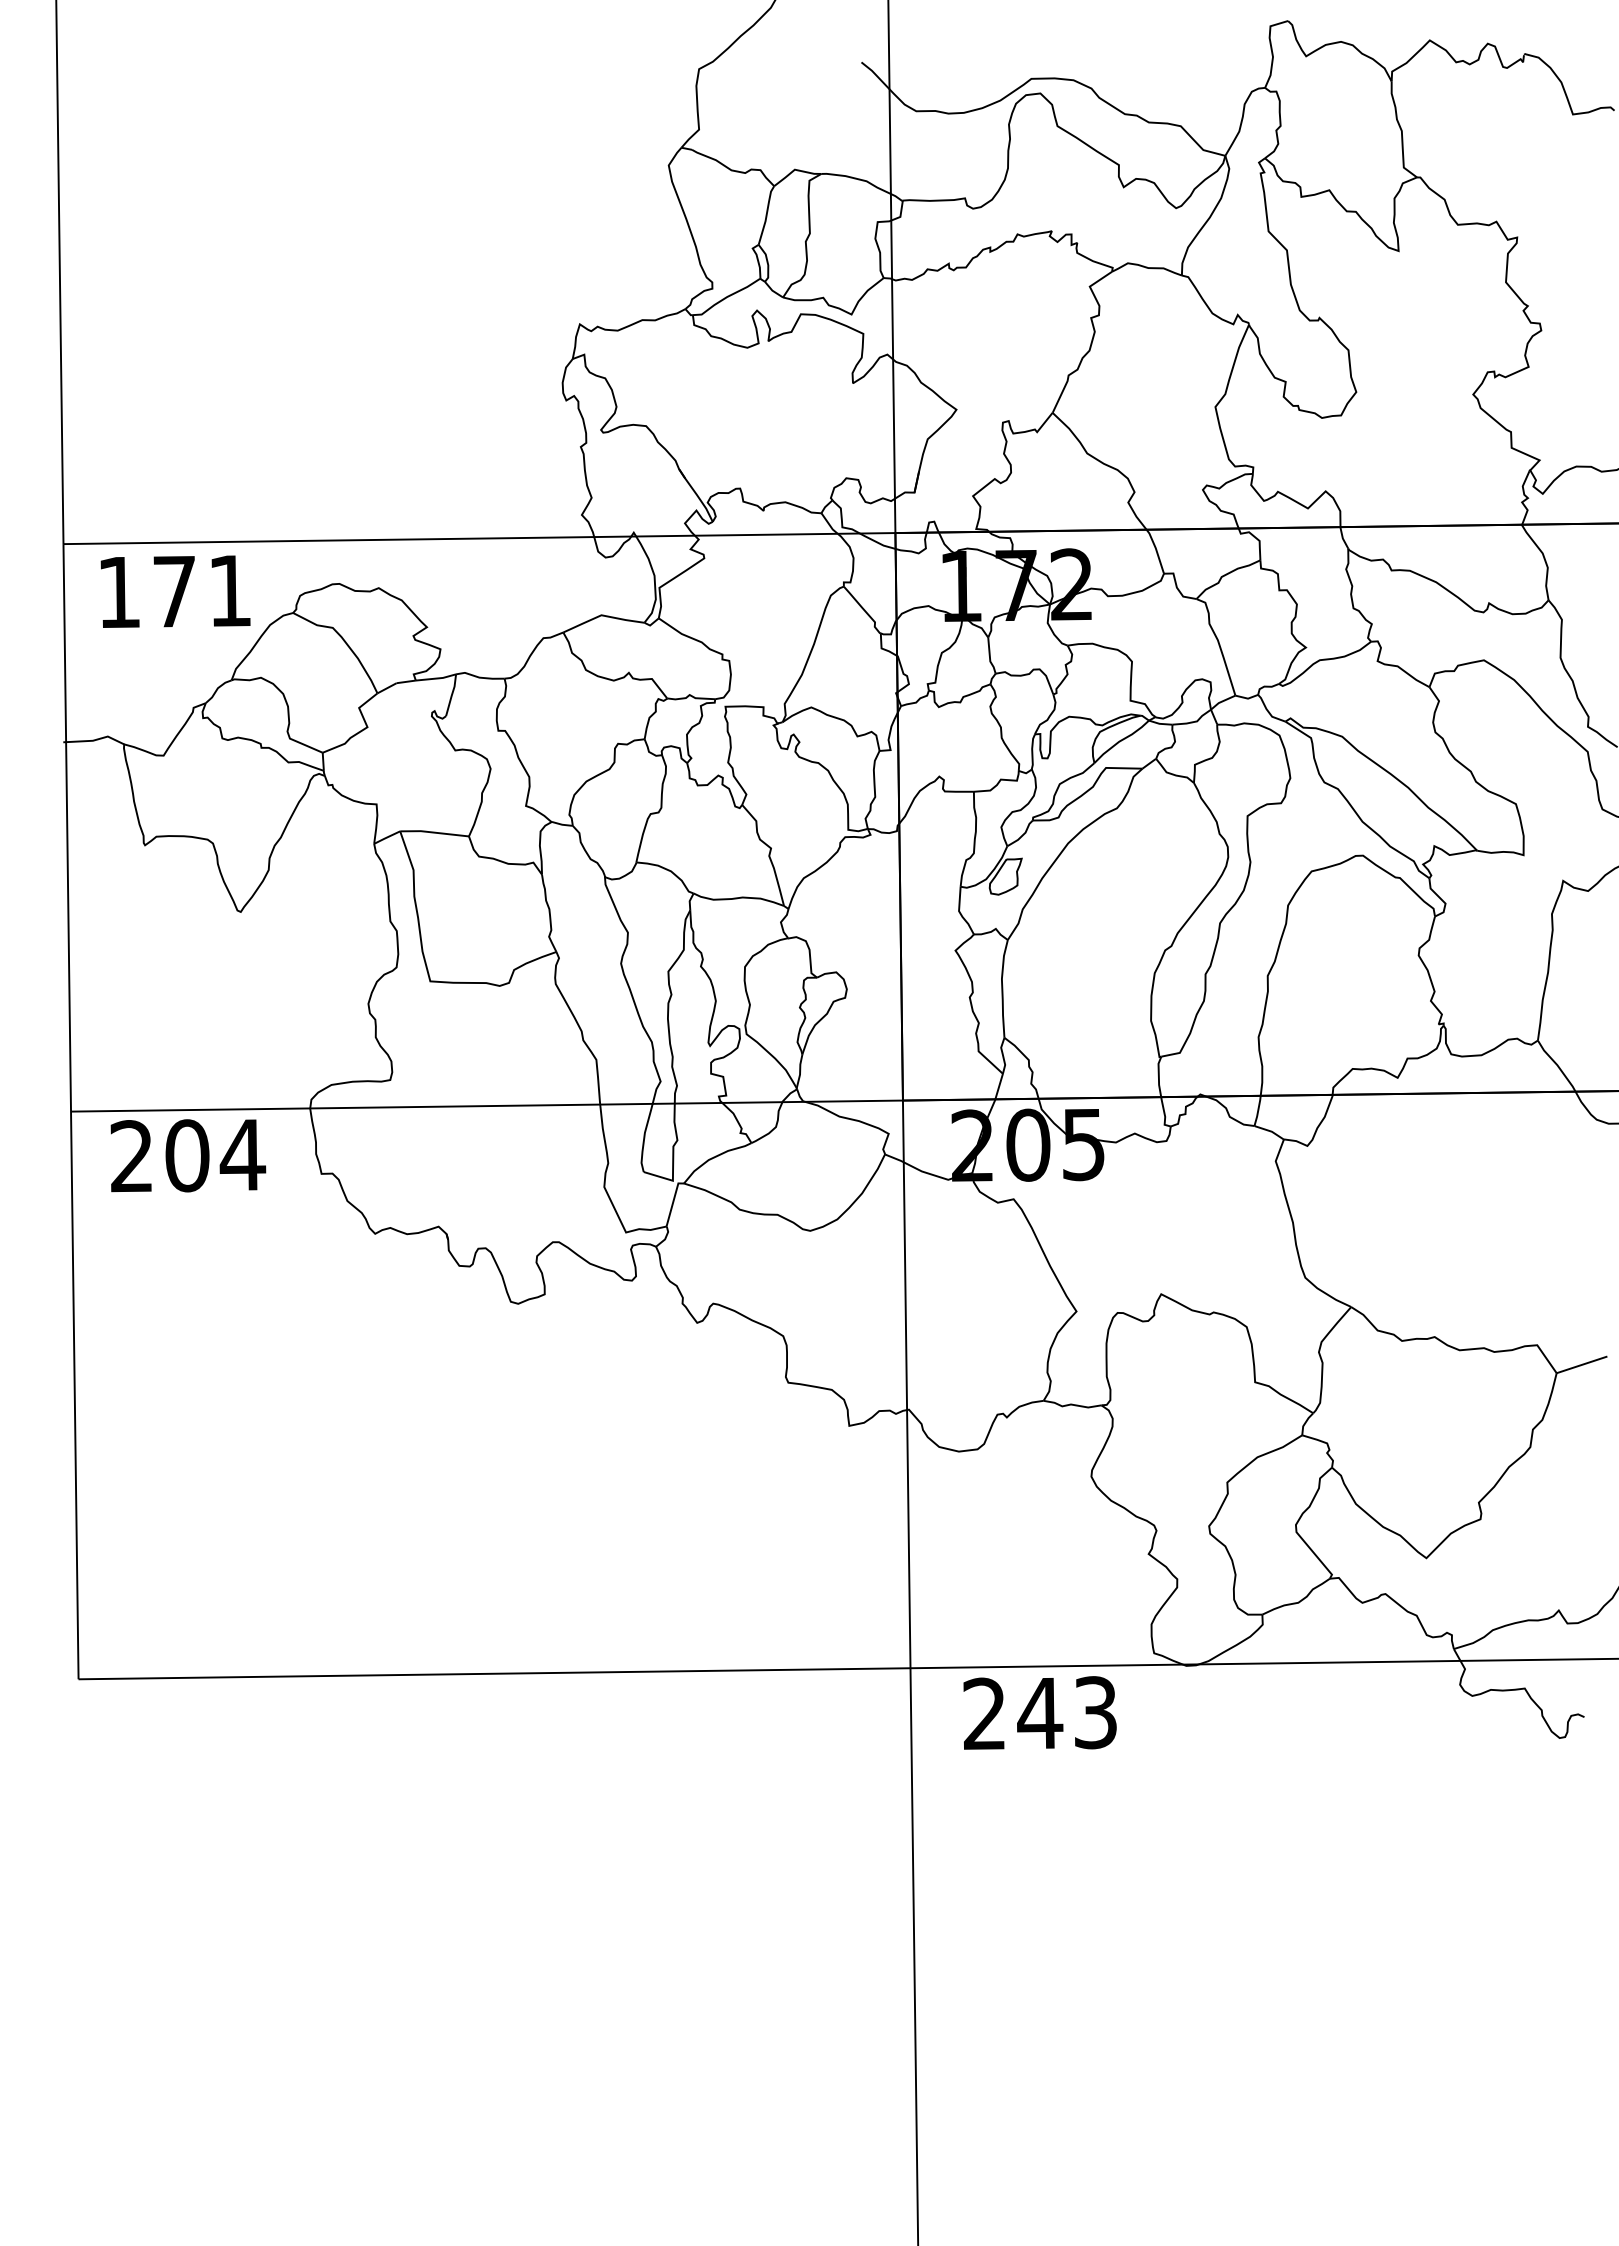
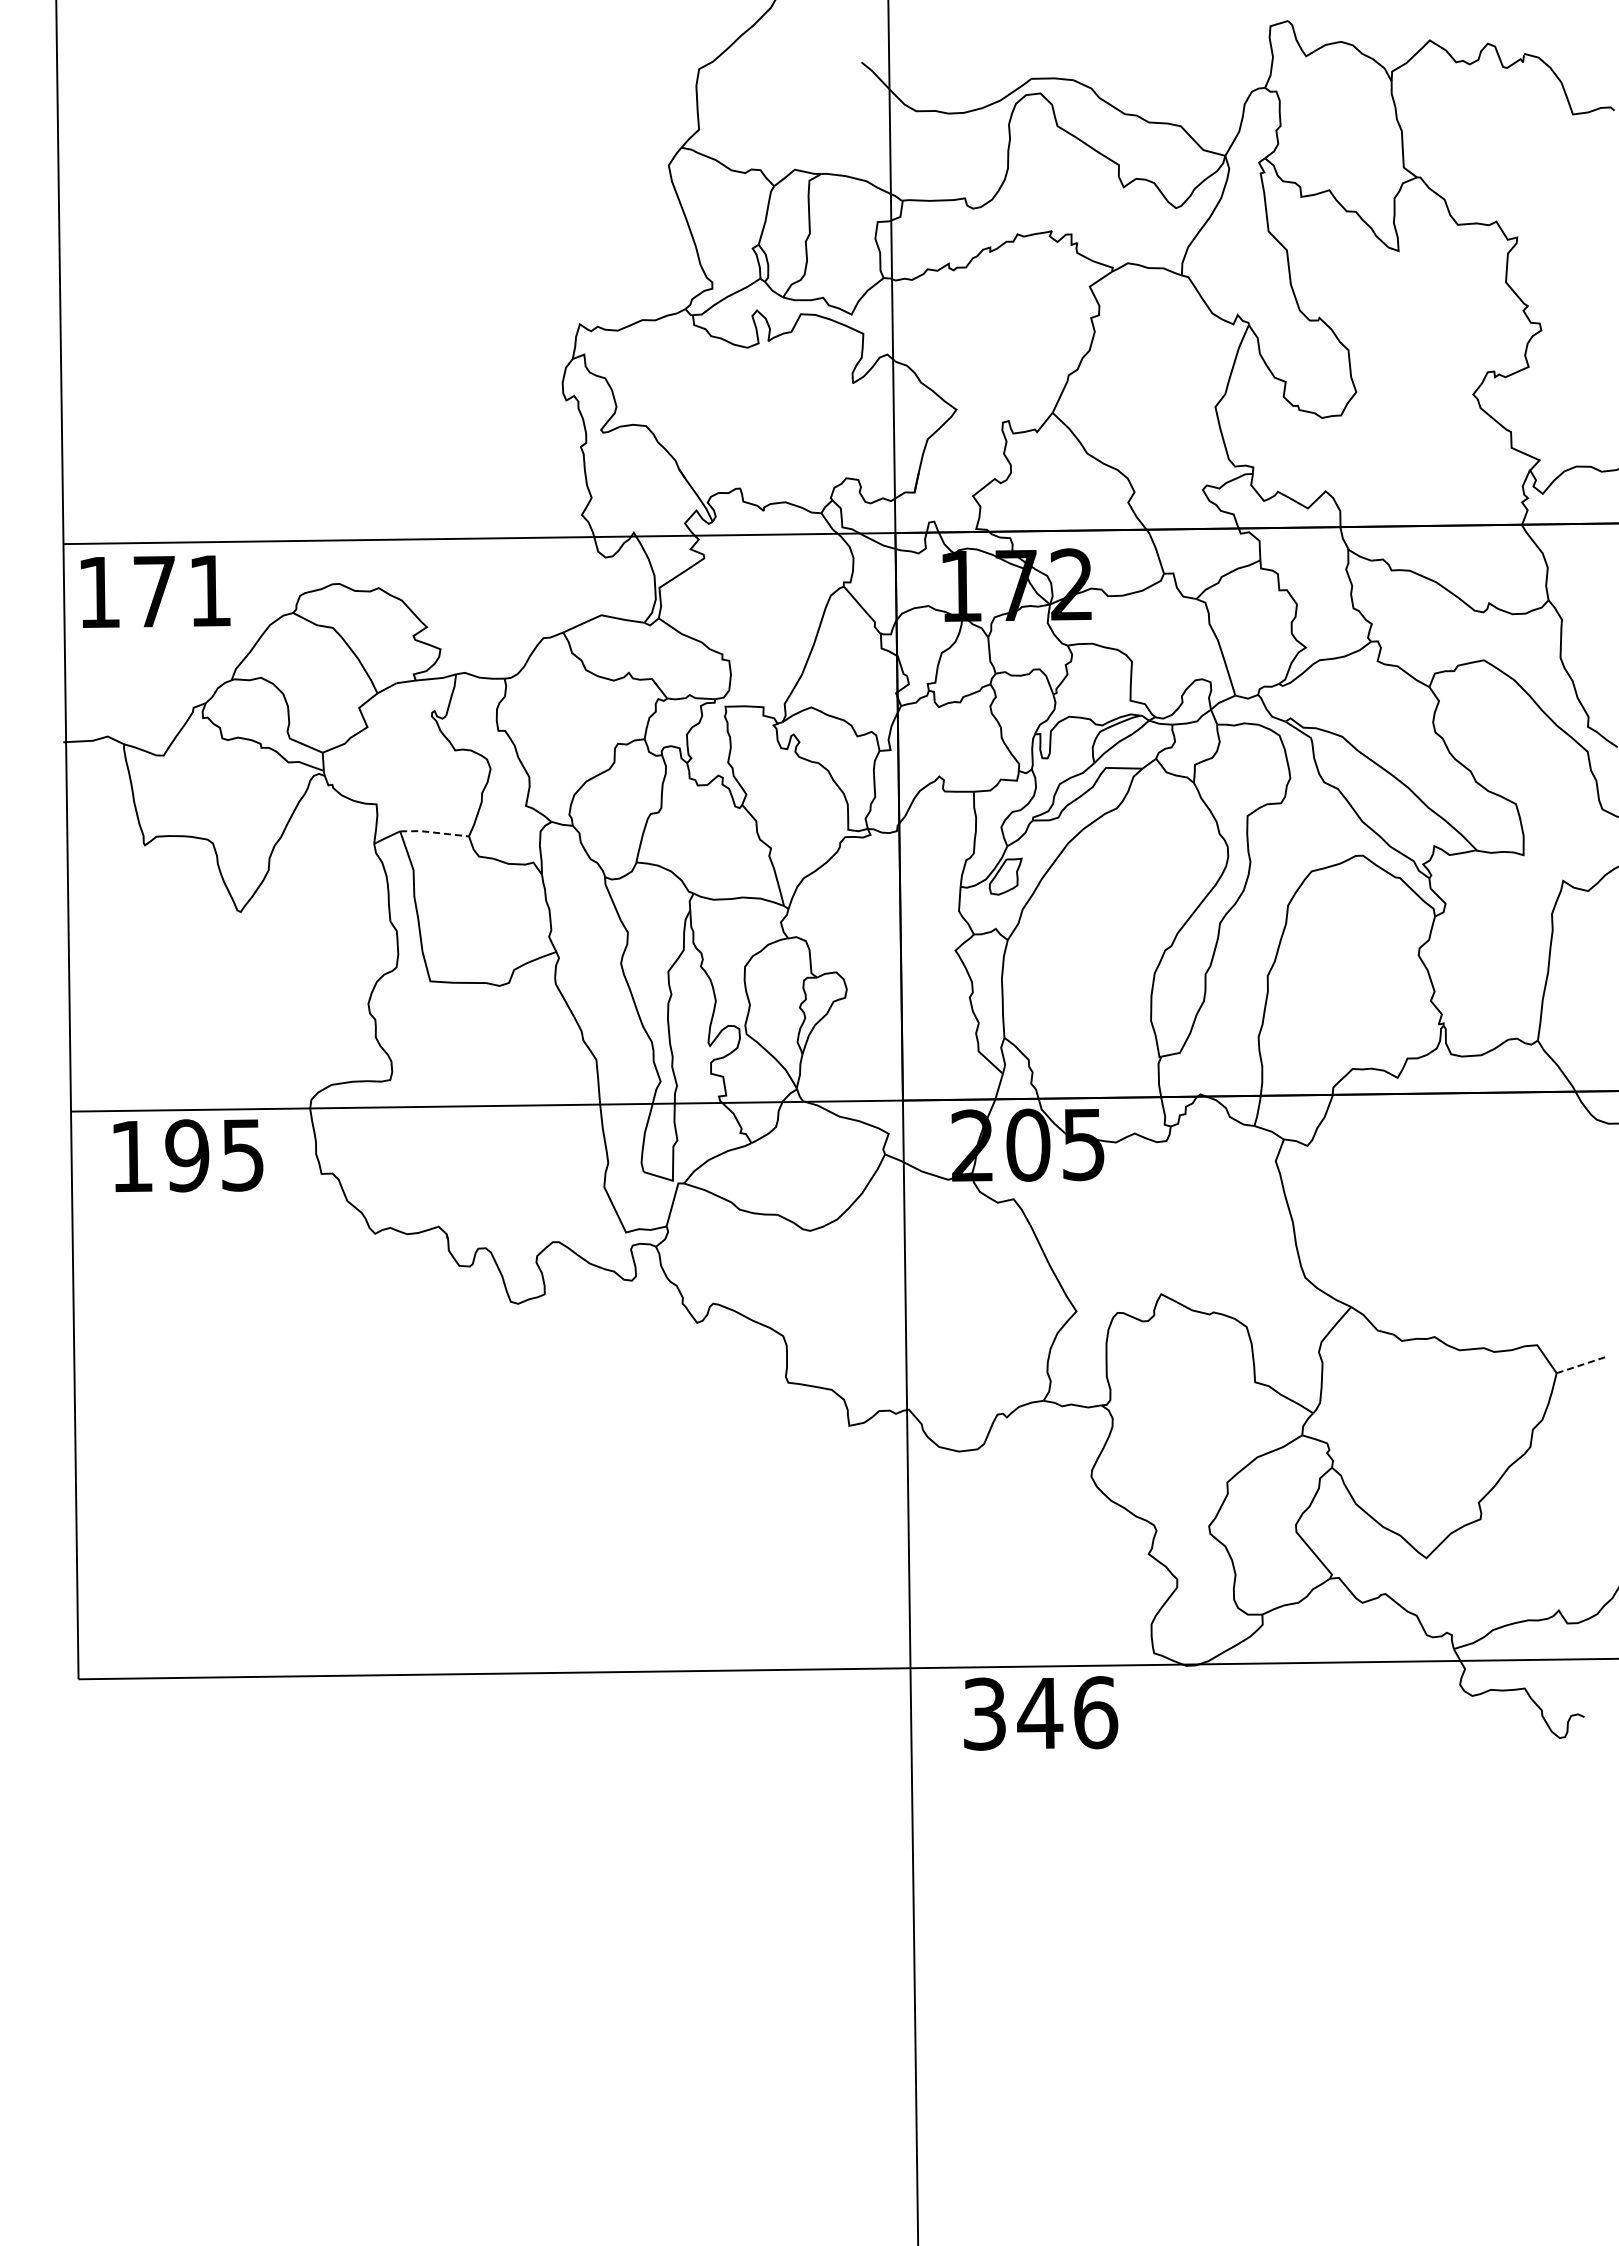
text at (175, 591) position: (175, 591) -> (155, 591)
line at (434, 832): solid -> dashed
text at (188, 1155): 204 -> 195
line at (1582, 1364): solid -> dashed
text at (1040, 1713): 243 -> 346
